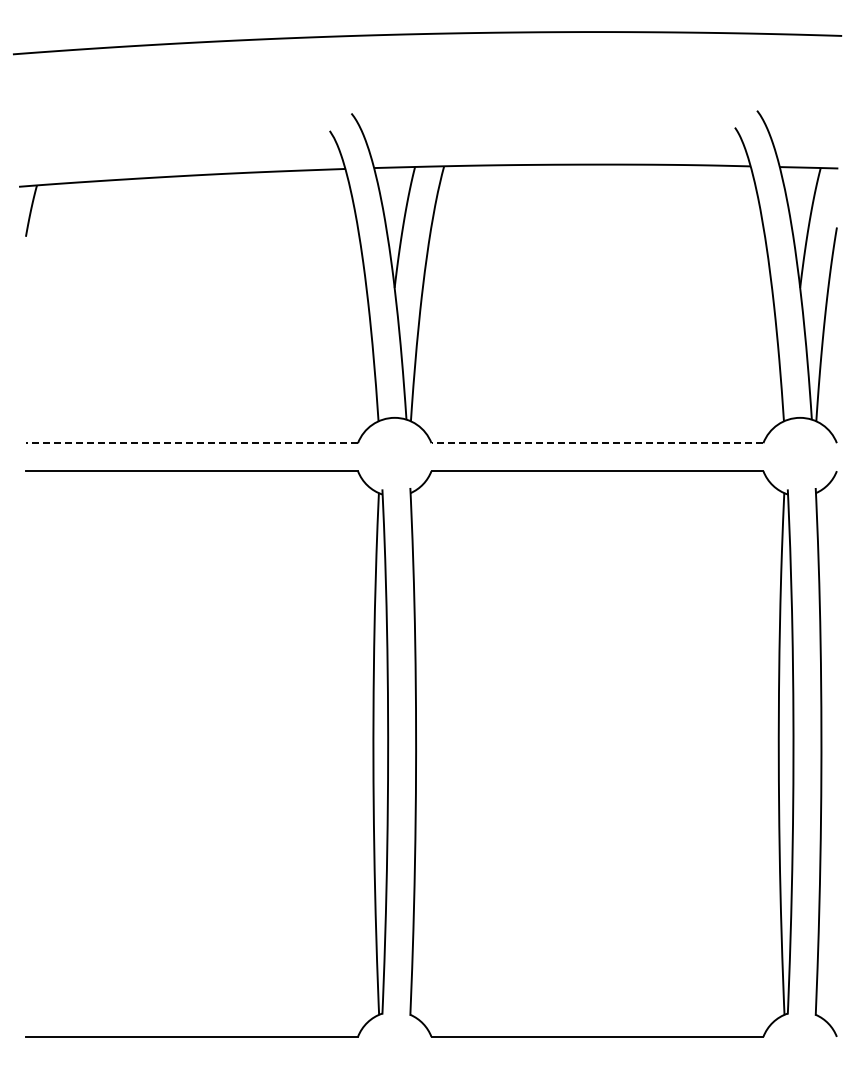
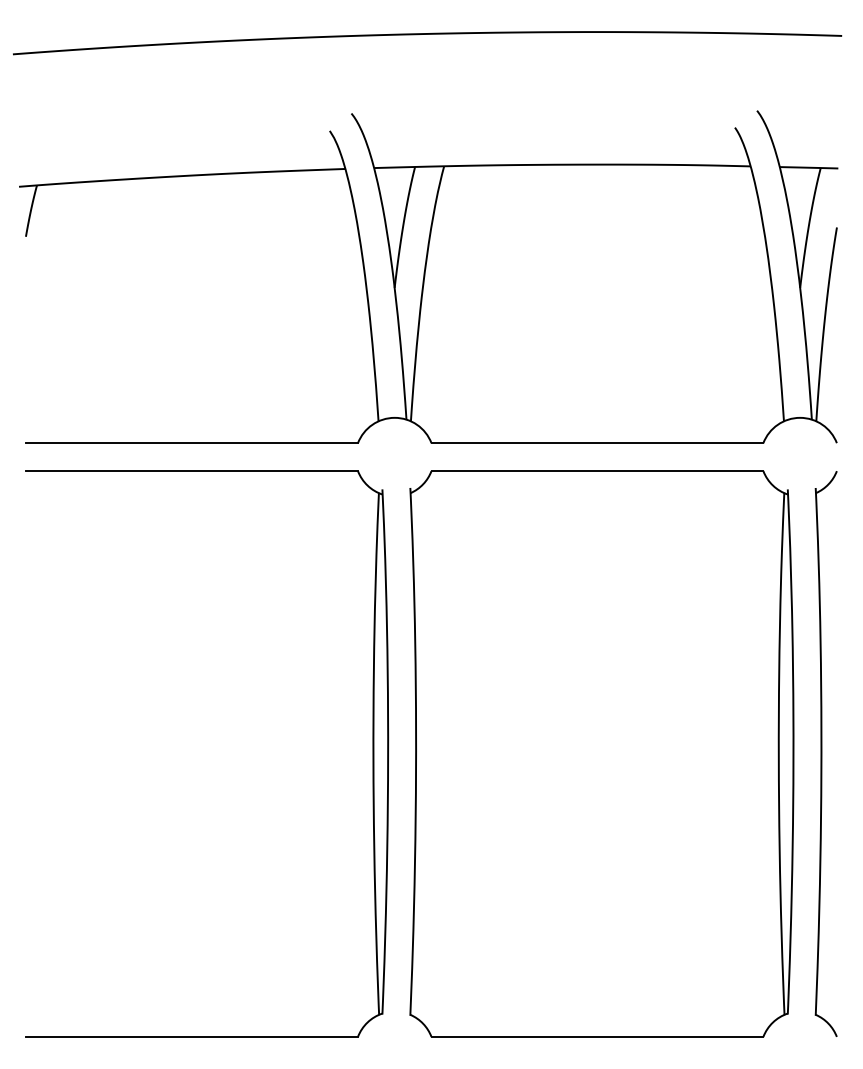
line at (192, 443): dashed -> solid
line at (597, 443): dashed -> solid
